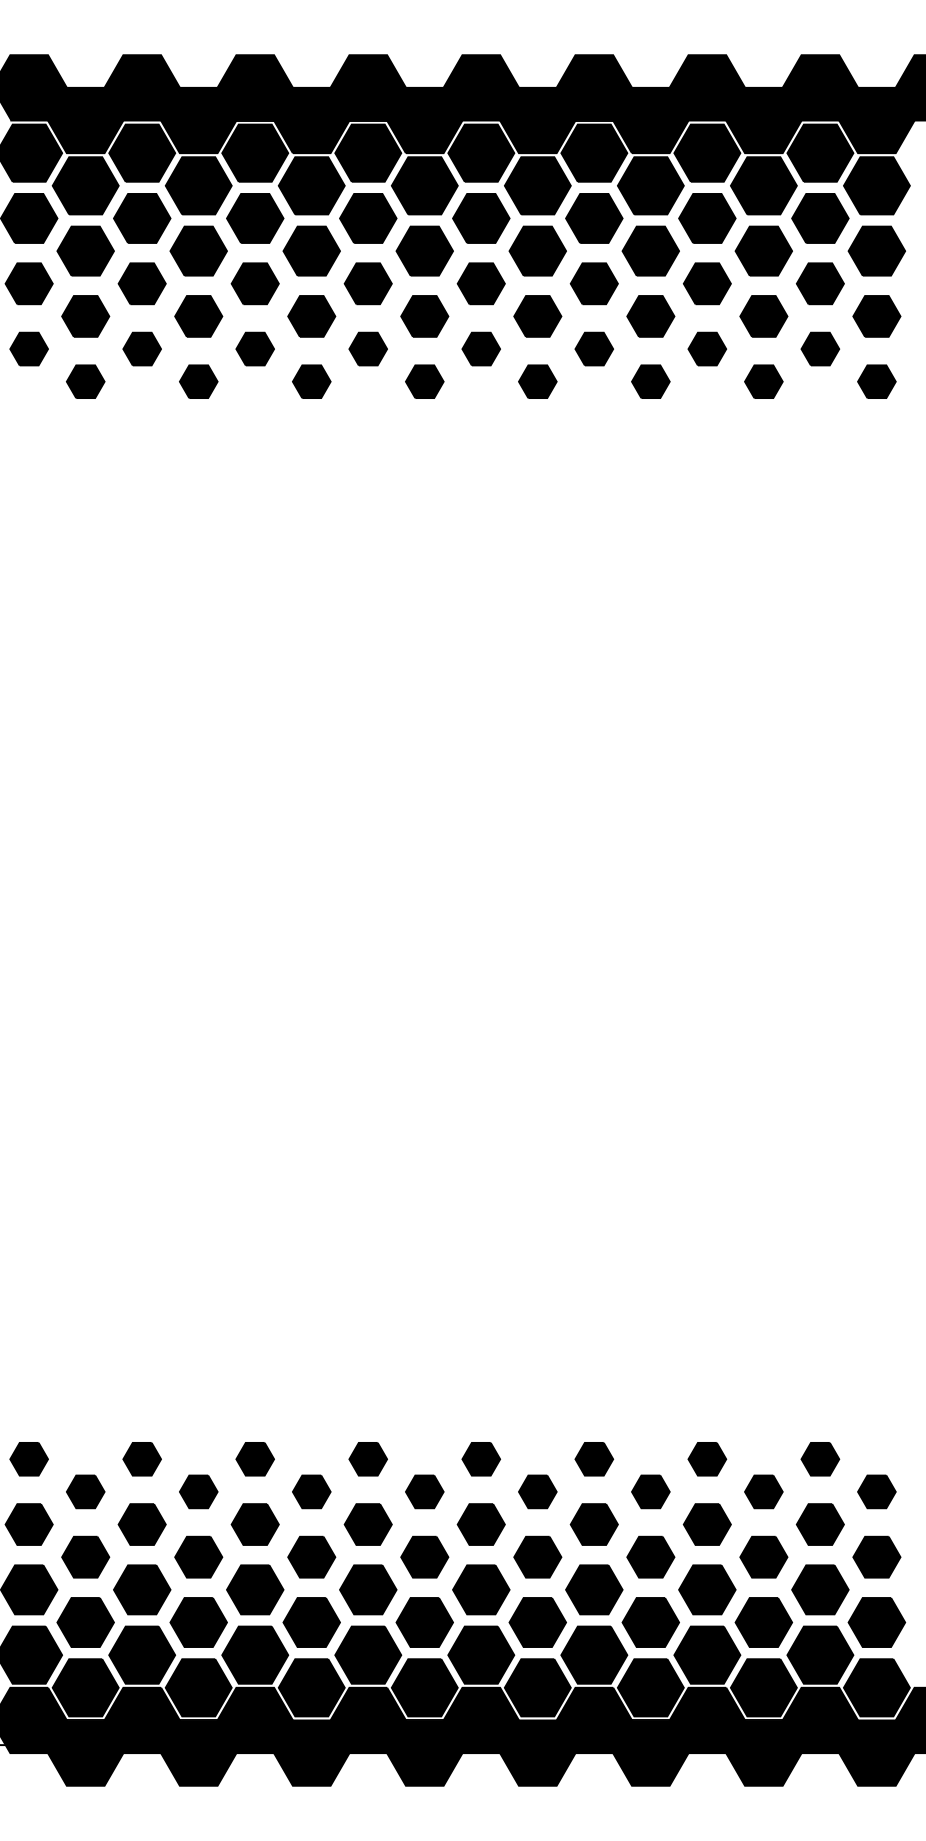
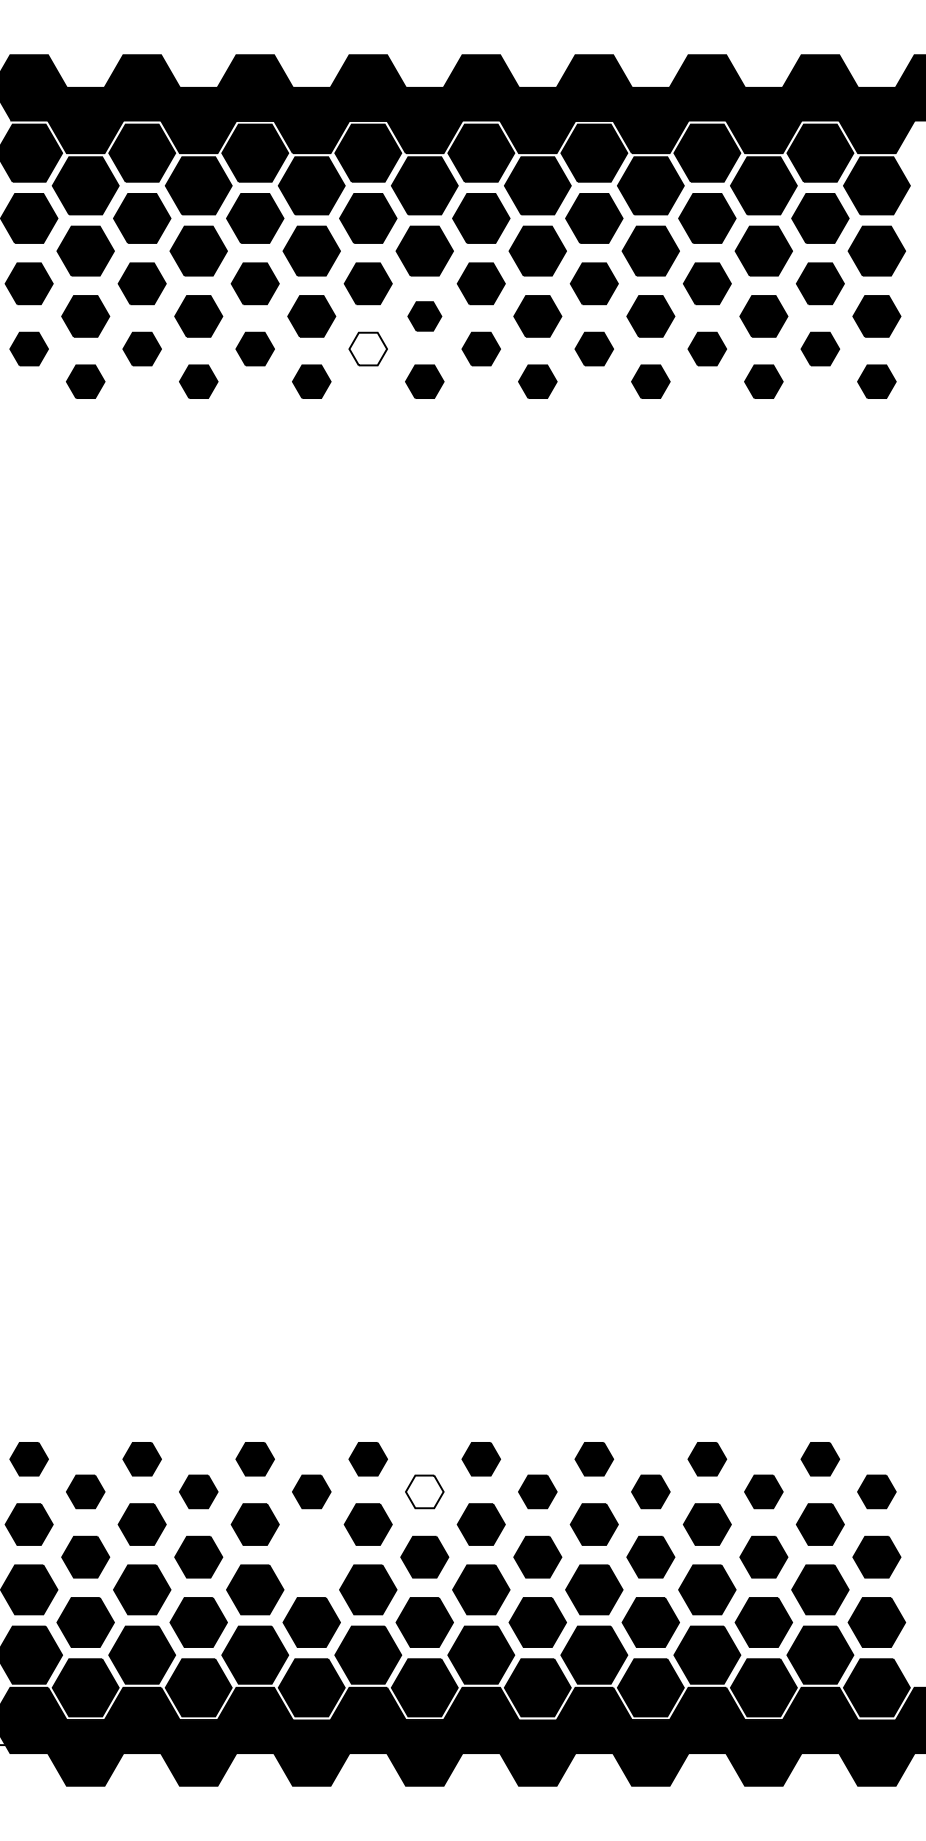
part at (424, 316) size: 50x43 px -> 36x31 px
fill at (368, 348): present -> none
fill at (424, 1491): present -> none
part at (311, 1556): present -> none
